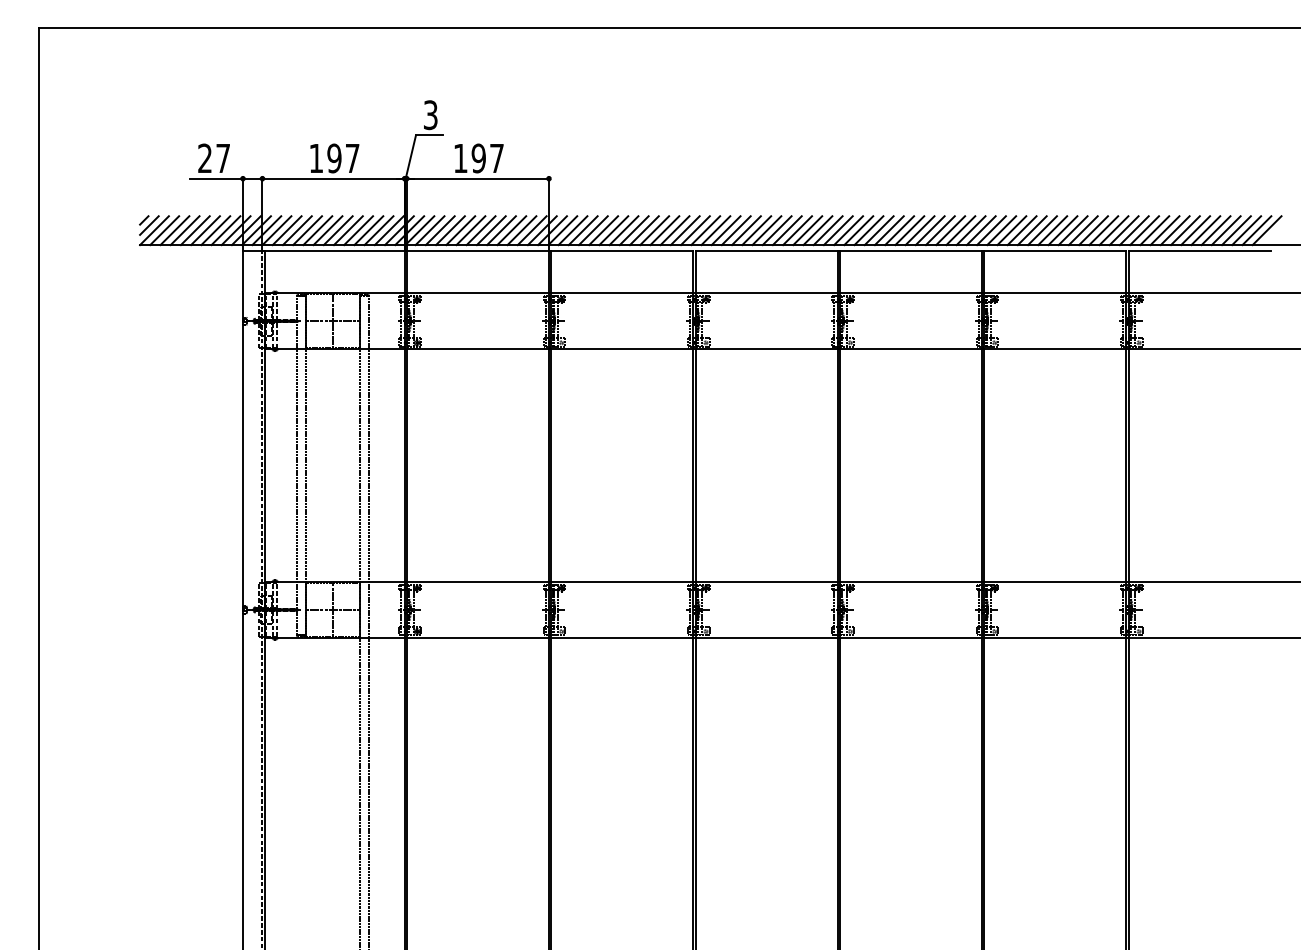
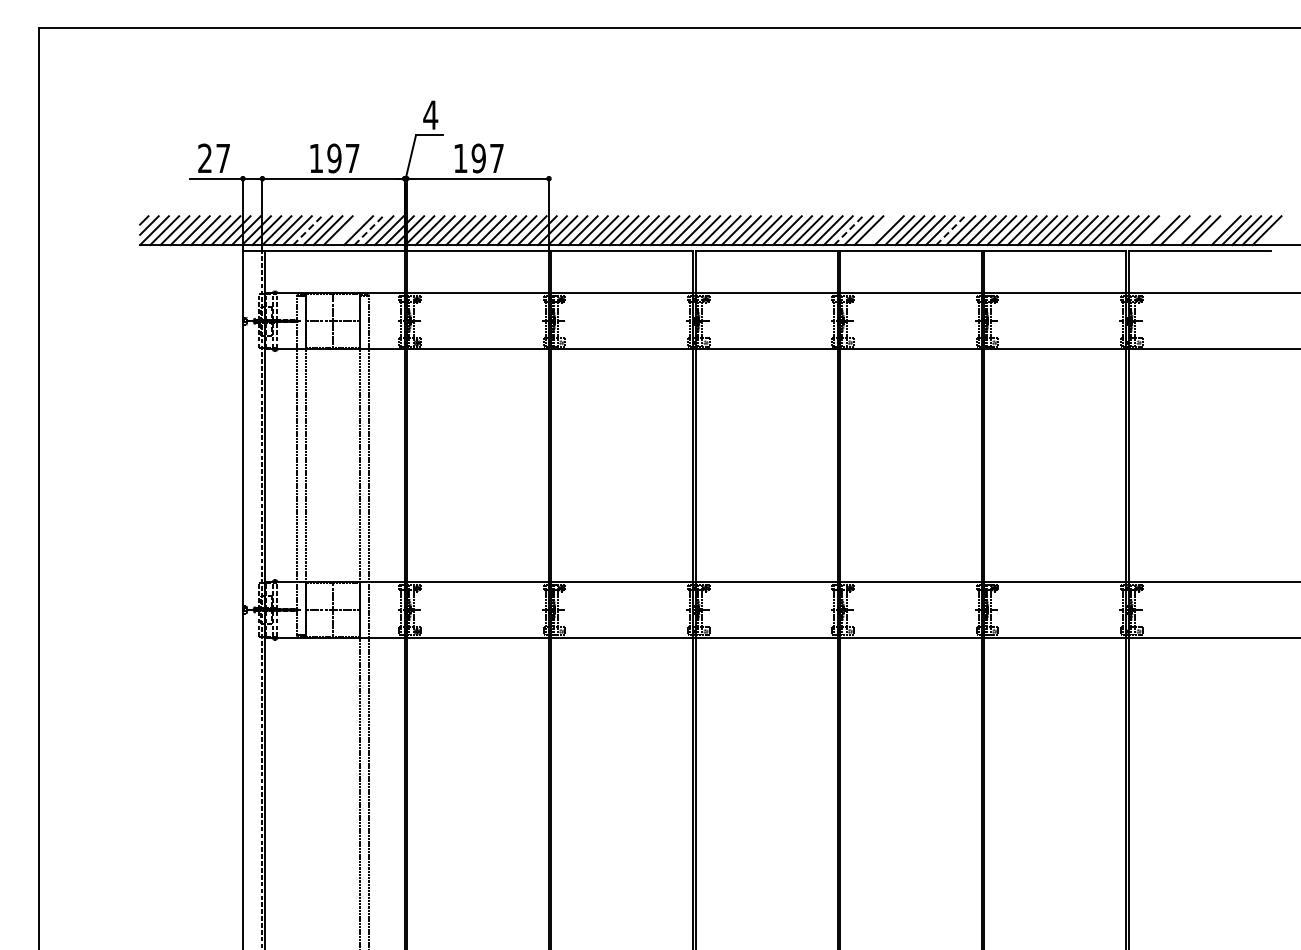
text at (430, 115): 3 -> 4
line at (307, 230): solid -> dashed
line at (347, 230): present -> none
line at (369, 230): solid -> dashed
line at (848, 230): solid -> dashed
line at (878, 230): present -> none
line at (951, 230): solid -> dashed
line at (1154, 230): present -> none
line at (1185, 230): present -> none
line at (1215, 230): present -> none
